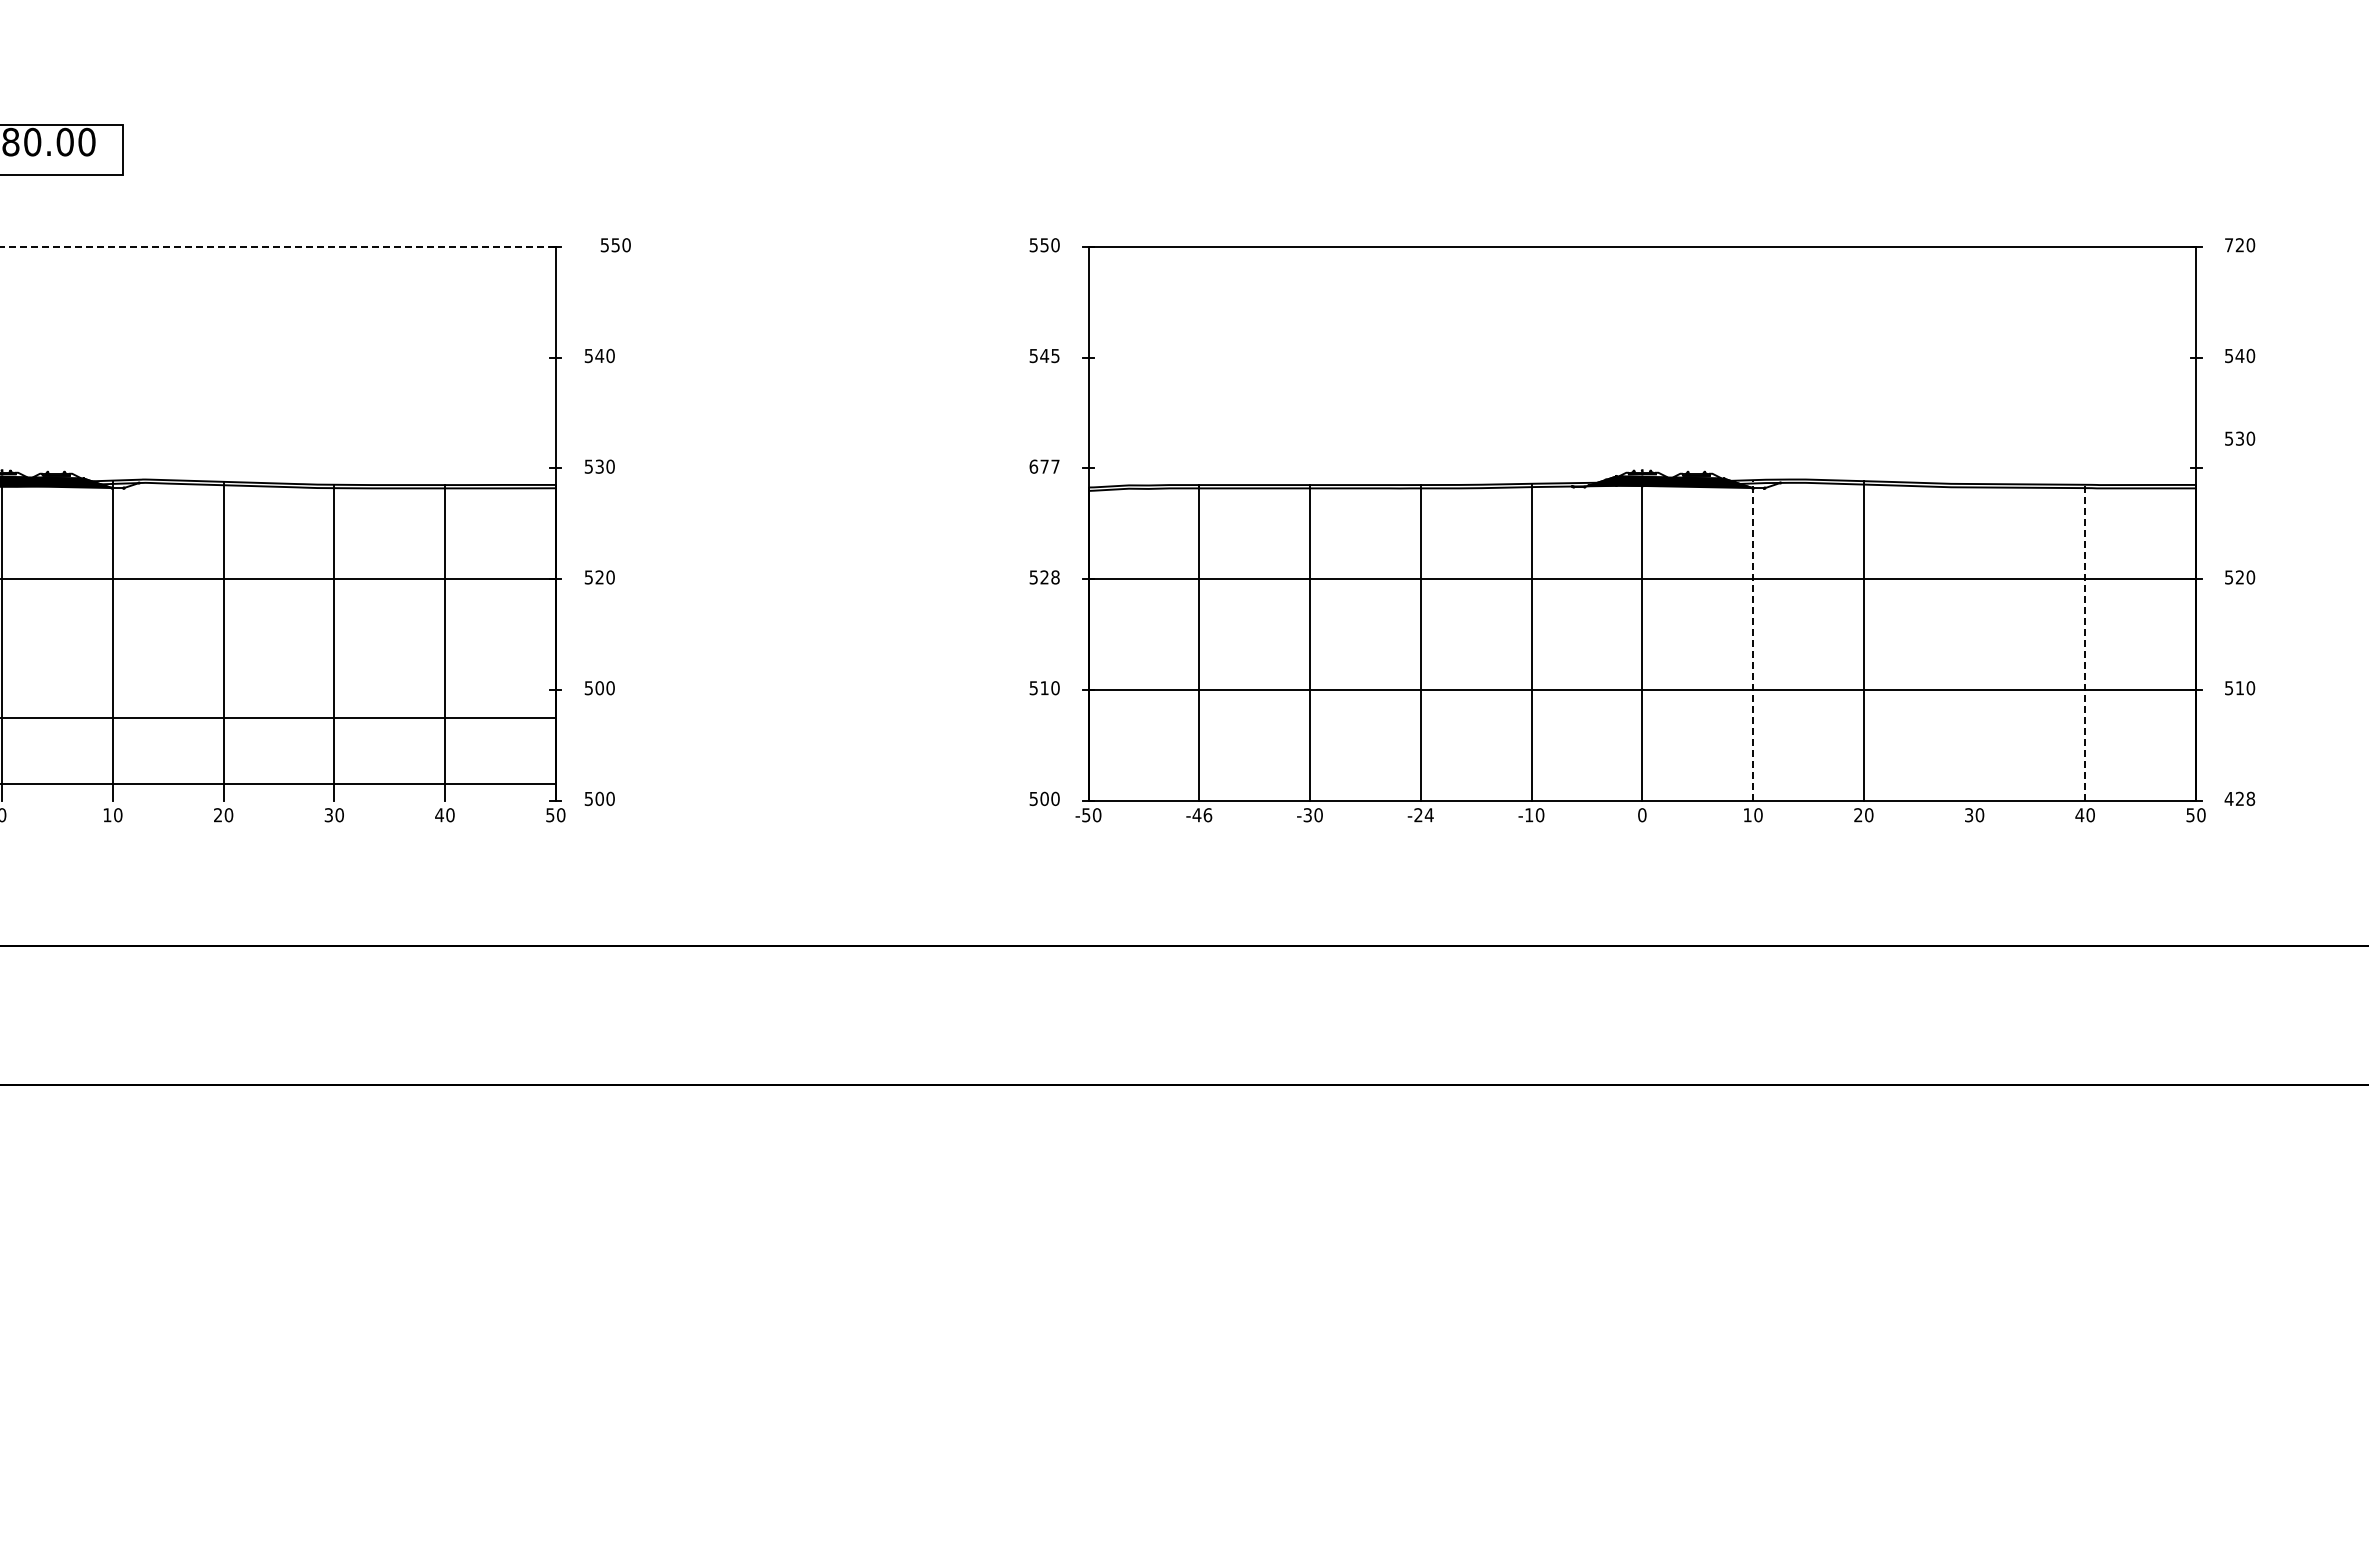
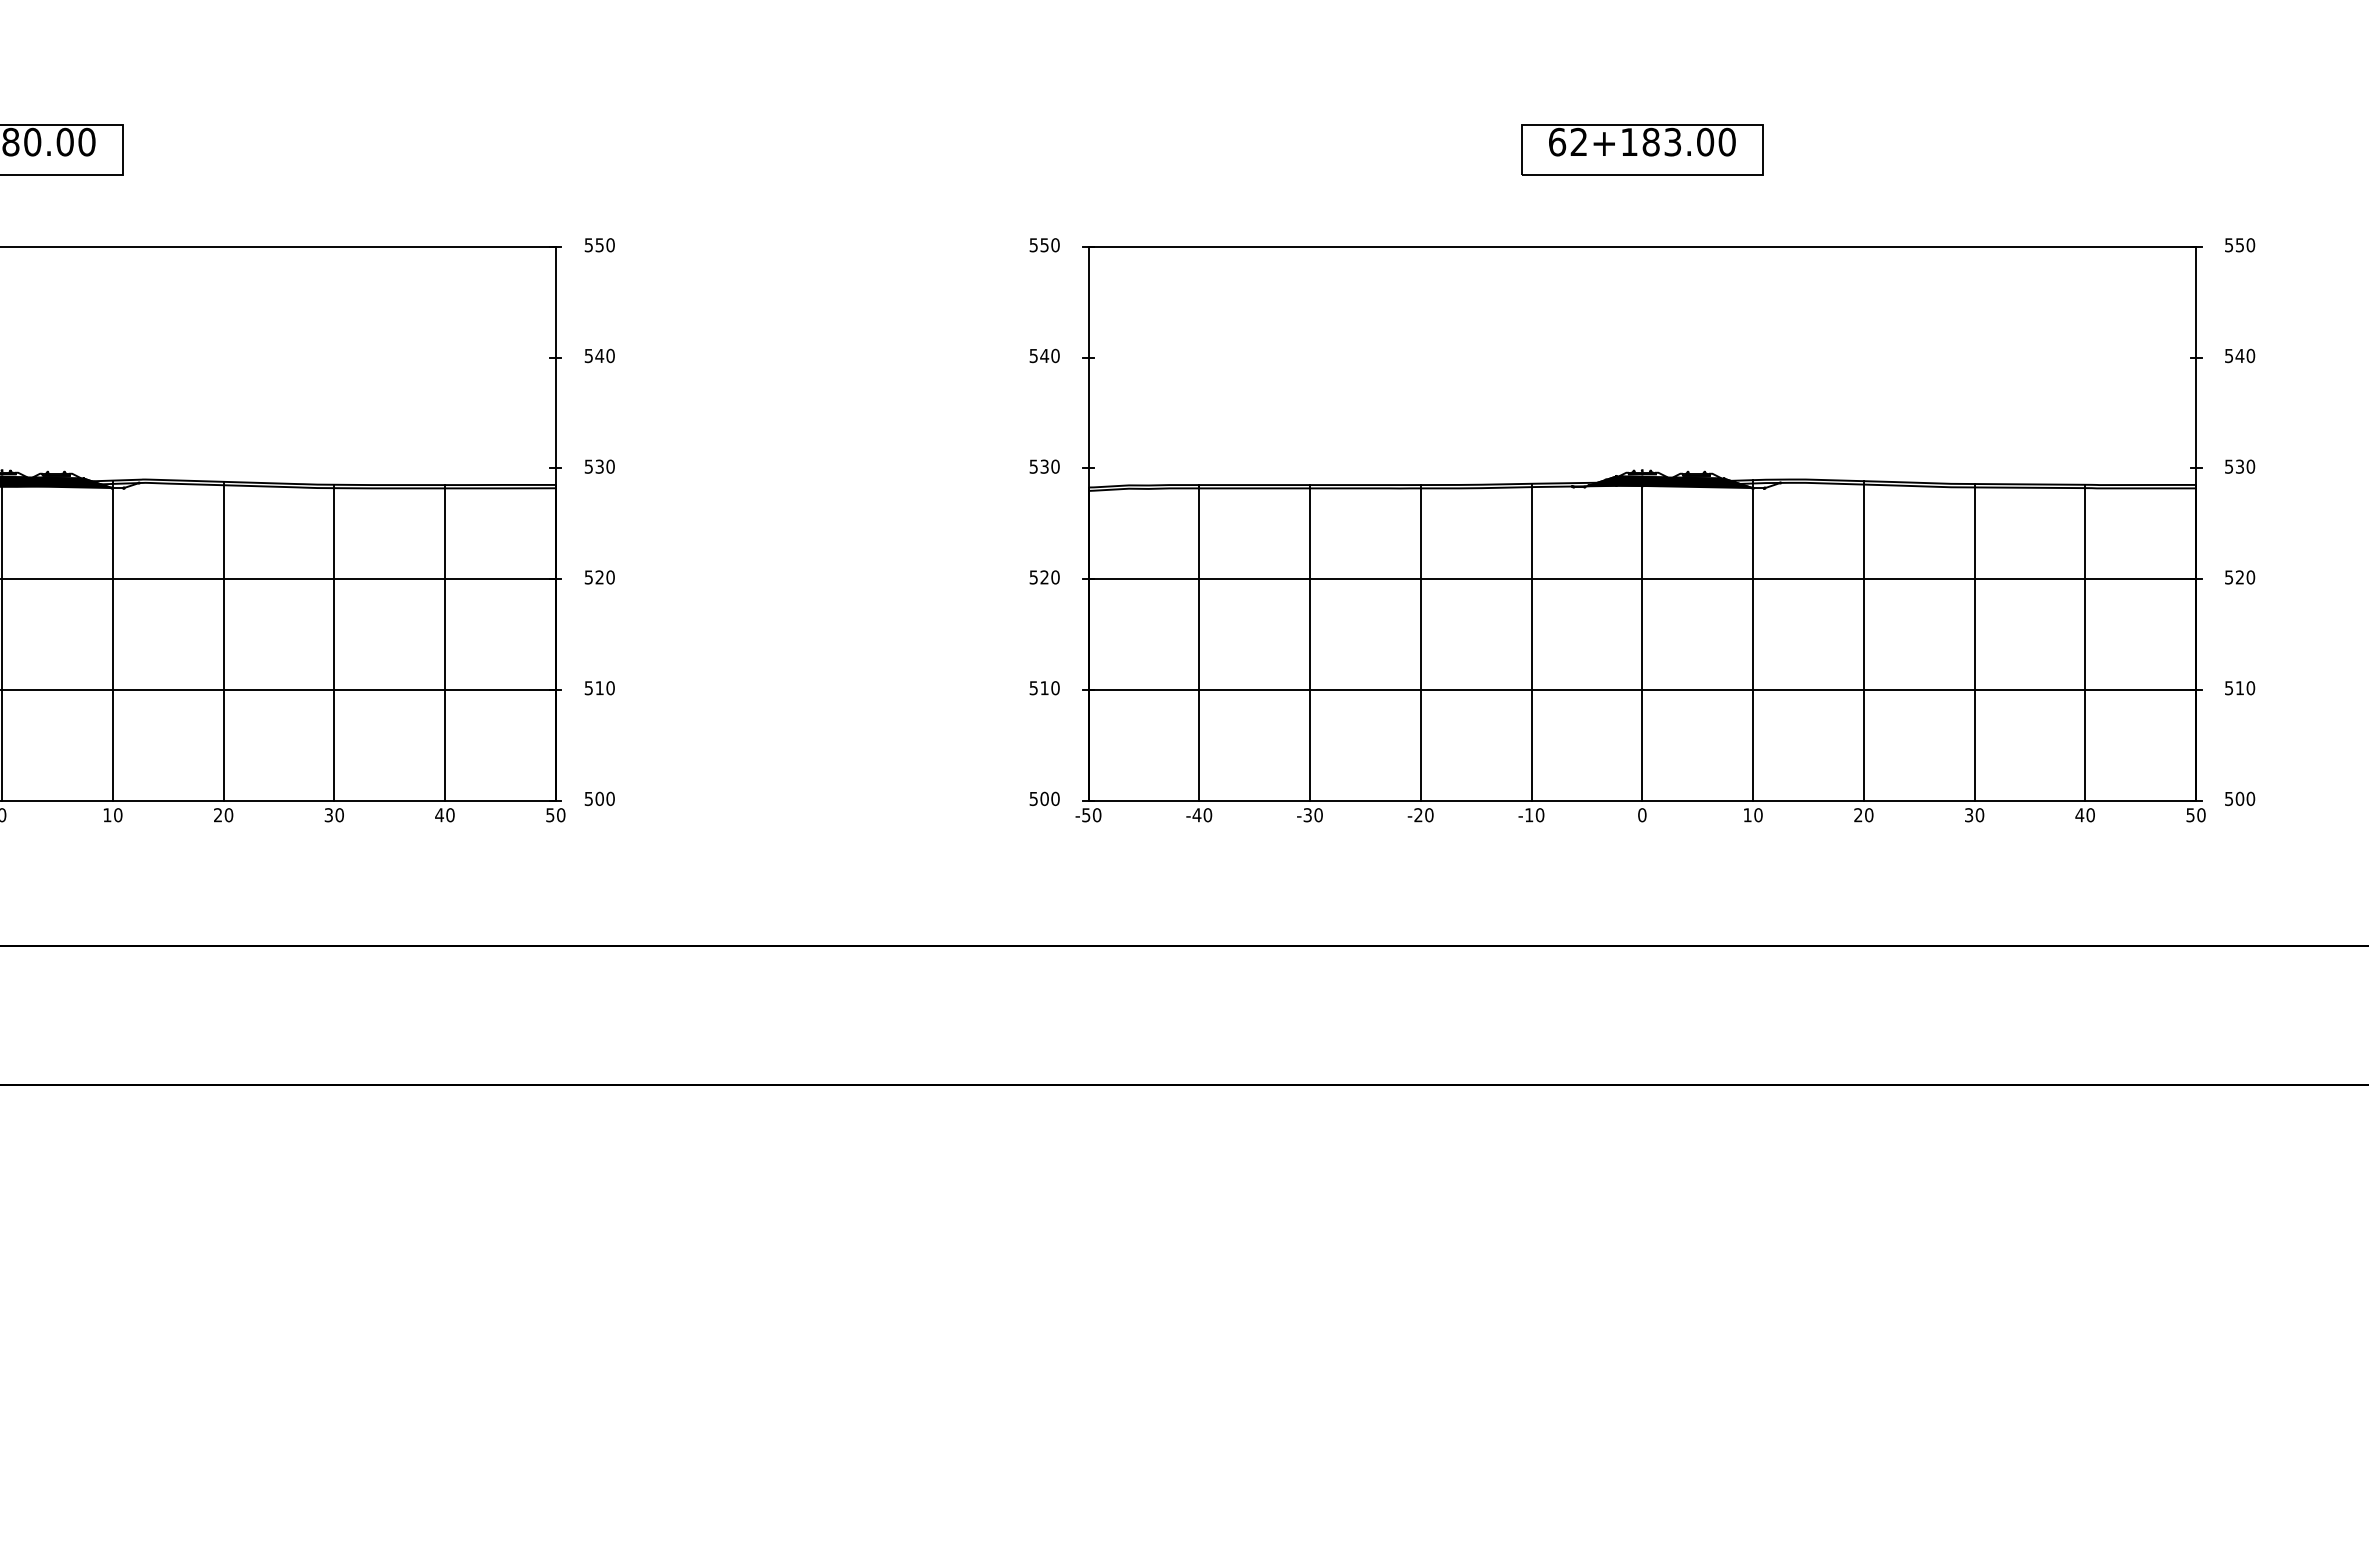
part at (1642, 149): none -> present
text at (615, 245) position: (615, 245) -> (599, 245)
text at (2234, 245): 720 -> 550
line at (277, 246): dashed -> solid
text at (1055, 355): 545 -> 540
text at (2240, 438) position: (2240, 438) -> (2240, 466)
text at (1044, 466): 677 -> 530
text at (1055, 577): 528 -> 520
line at (1753, 639): dashed -> solid
line at (1974, 642): none -> present
line at (2085, 642): dashed -> solid
text at (599, 688): 500 -> 510
line at (278, 717) position: (278, 717) -> (278, 689)
line at (278, 783) position: (278, 783) -> (278, 800)
text at (2239, 798): 428 -> 500
text at (1207, 814): -46 -> -40
text at (1428, 815): -24 -> -20
